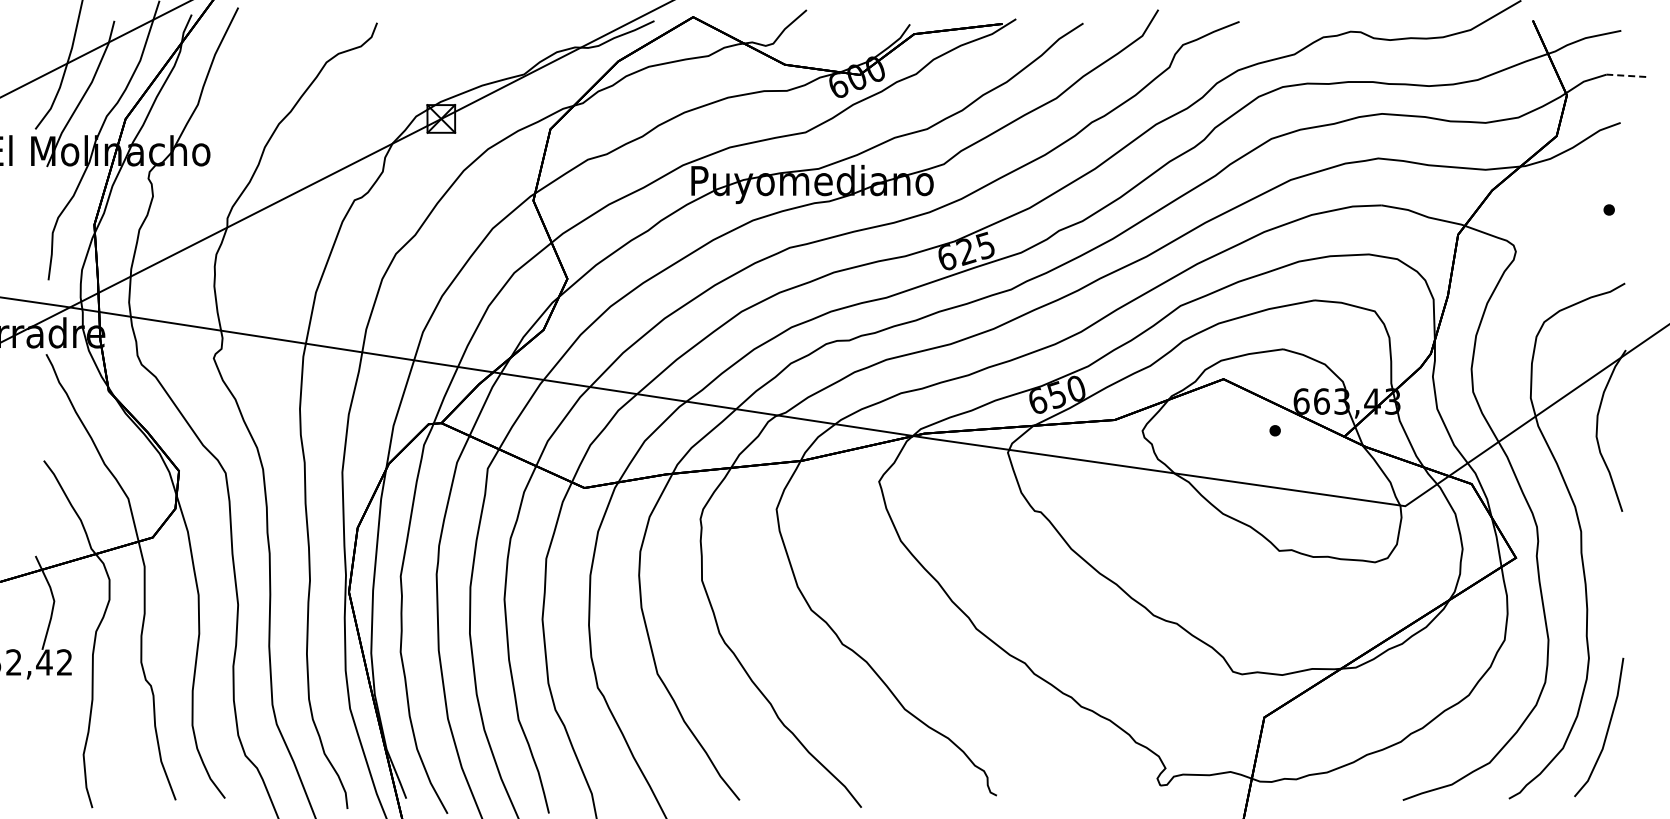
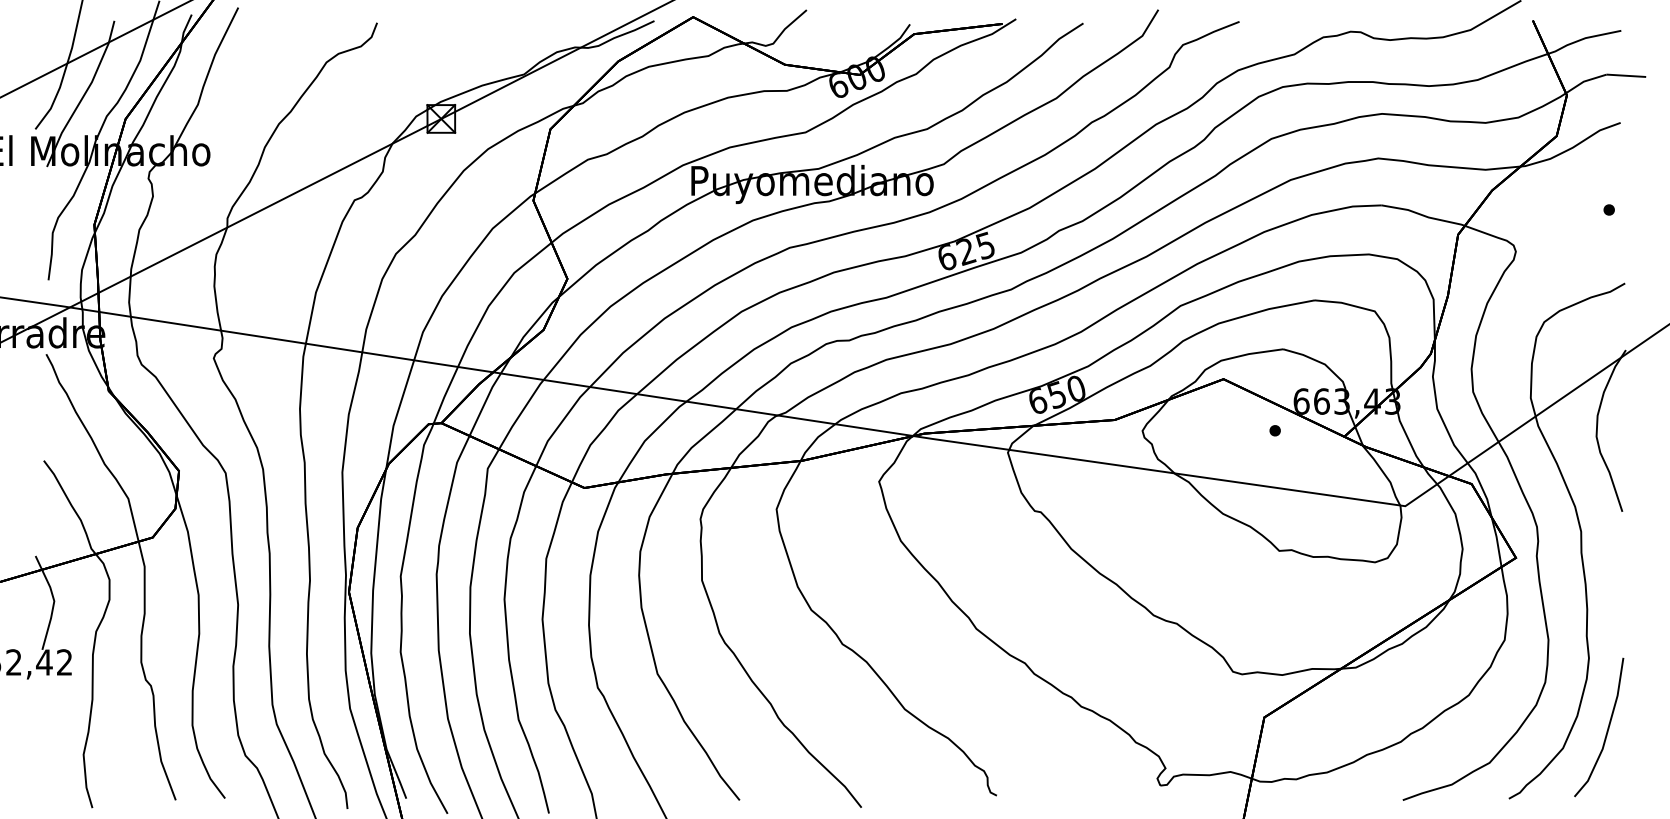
line at (1626, 75): dashed -> solid
